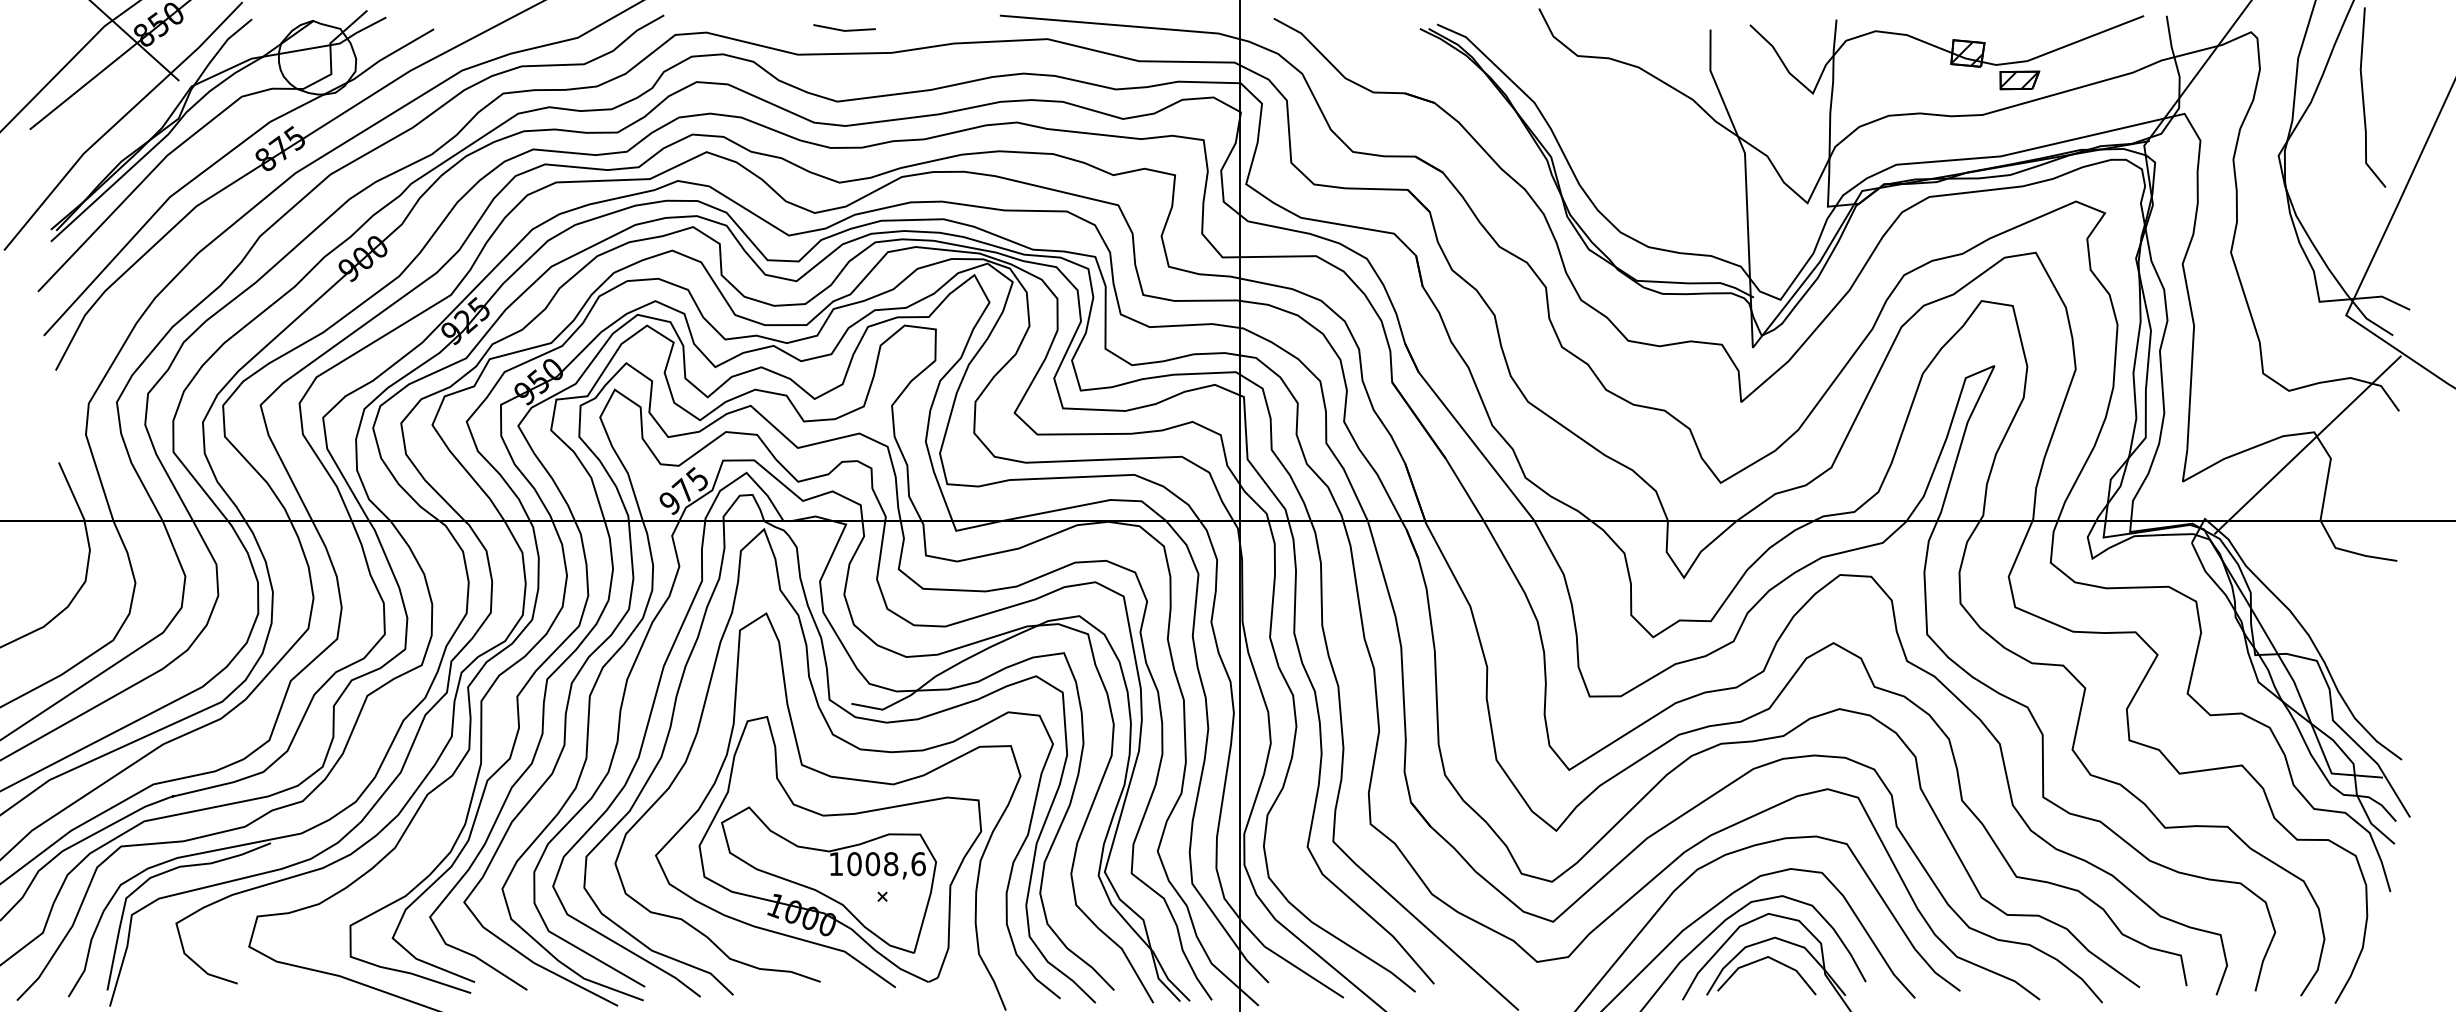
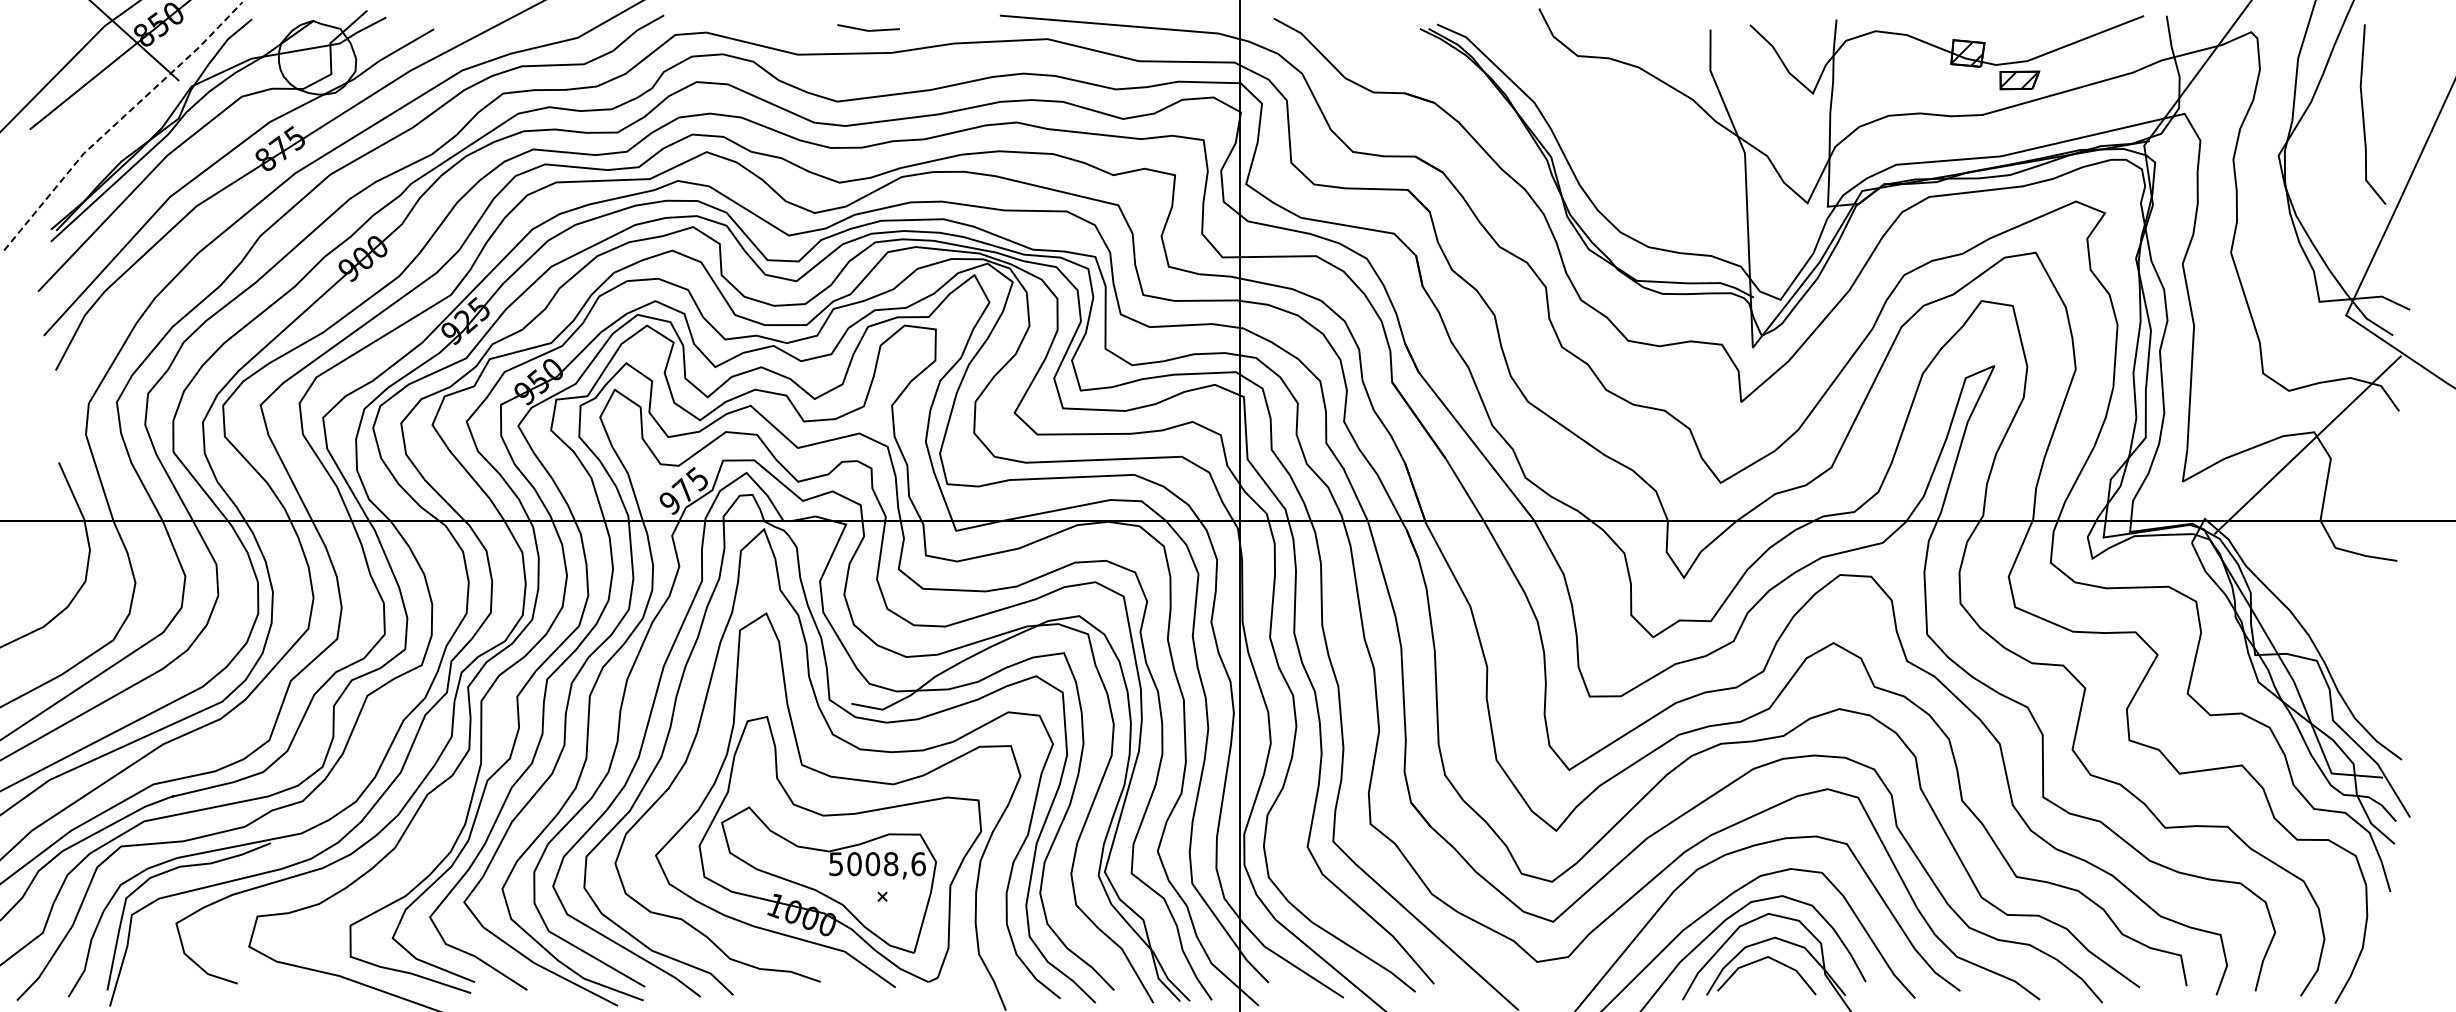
line at (843, 29) position: (843, 29) -> (867, 29)
line at (2364, 99) position: (2364, 99) -> (2364, 116)
line at (118, 121): solid -> dashed
text at (835, 864): 1008,6 -> 5008,6
